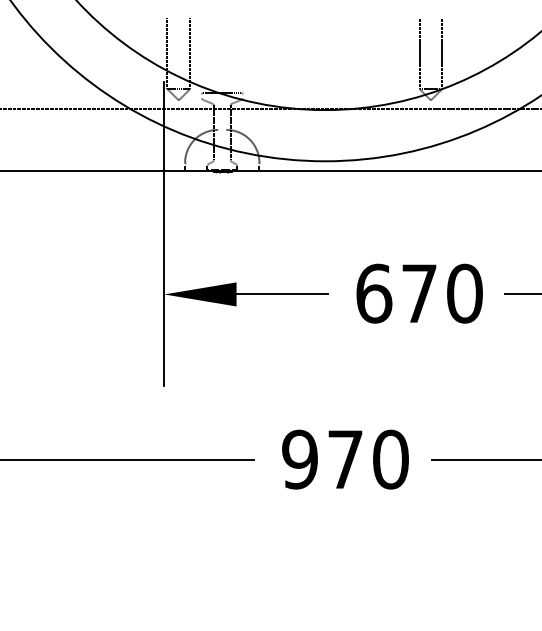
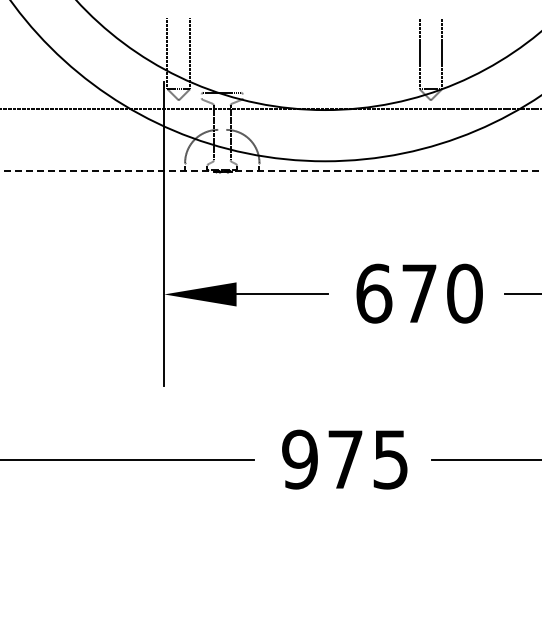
line at (270, 171): solid -> dashed
text at (390, 459): 970 -> 975
